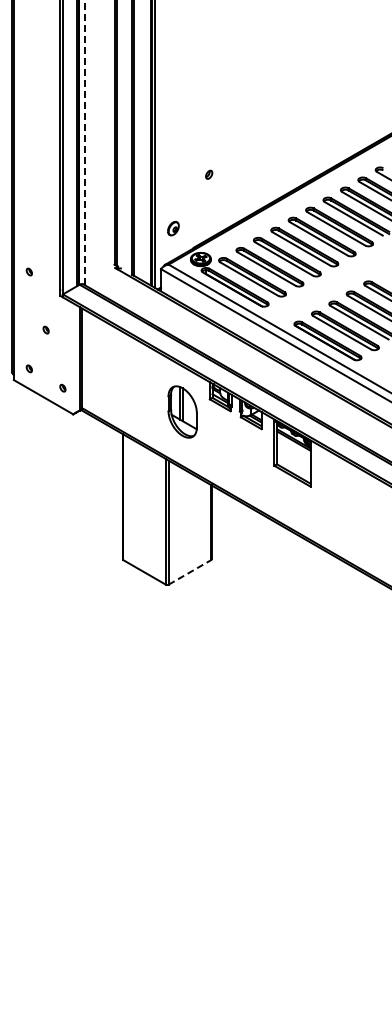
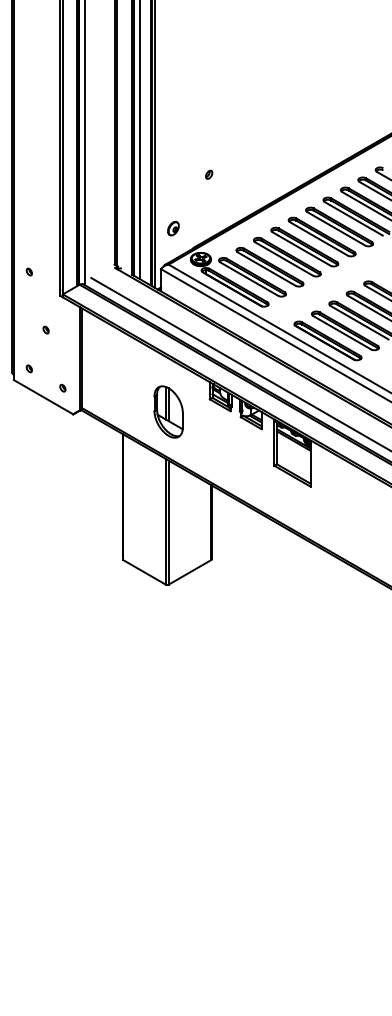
line at (140, 140): none -> present
line at (85, 142): dashed -> solid
line at (239, 363): none -> present
part at (182, 411) position: (182, 411) -> (168, 411)
line at (189, 572): dashed -> solid
